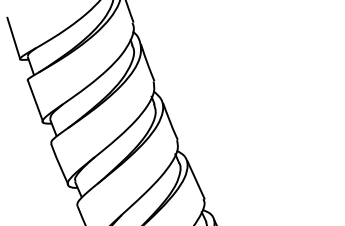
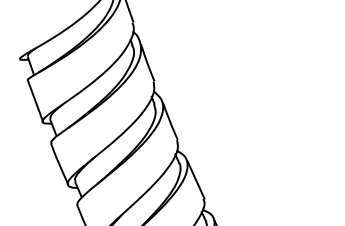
line at (13, 38): present -> none
